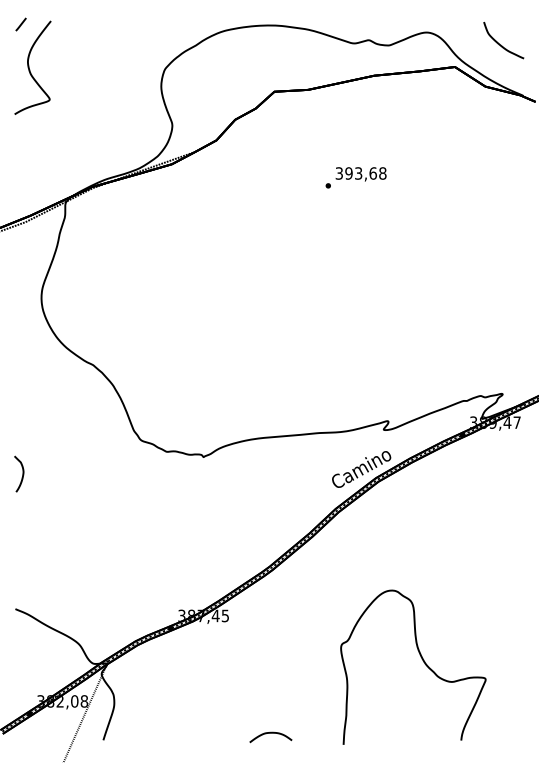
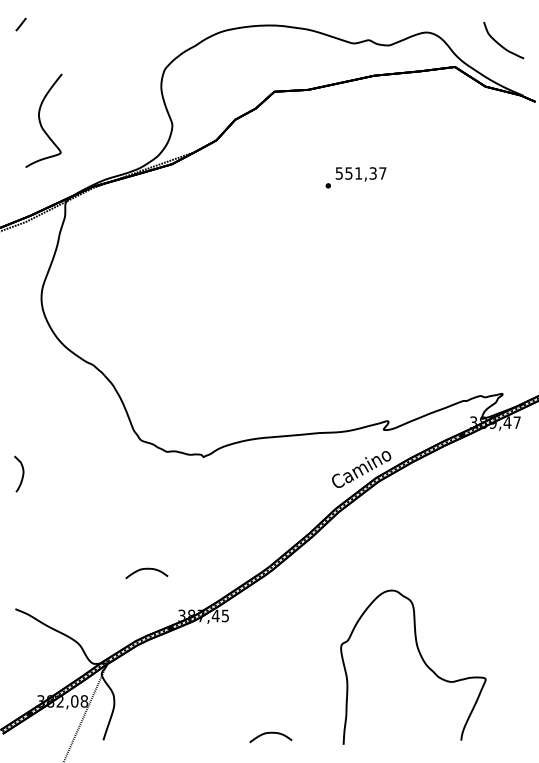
curve at (30, 69) position: (30, 69) -> (41, 122)
text at (361, 173): 393,68 -> 551,37
curve at (146, 569): none -> present
